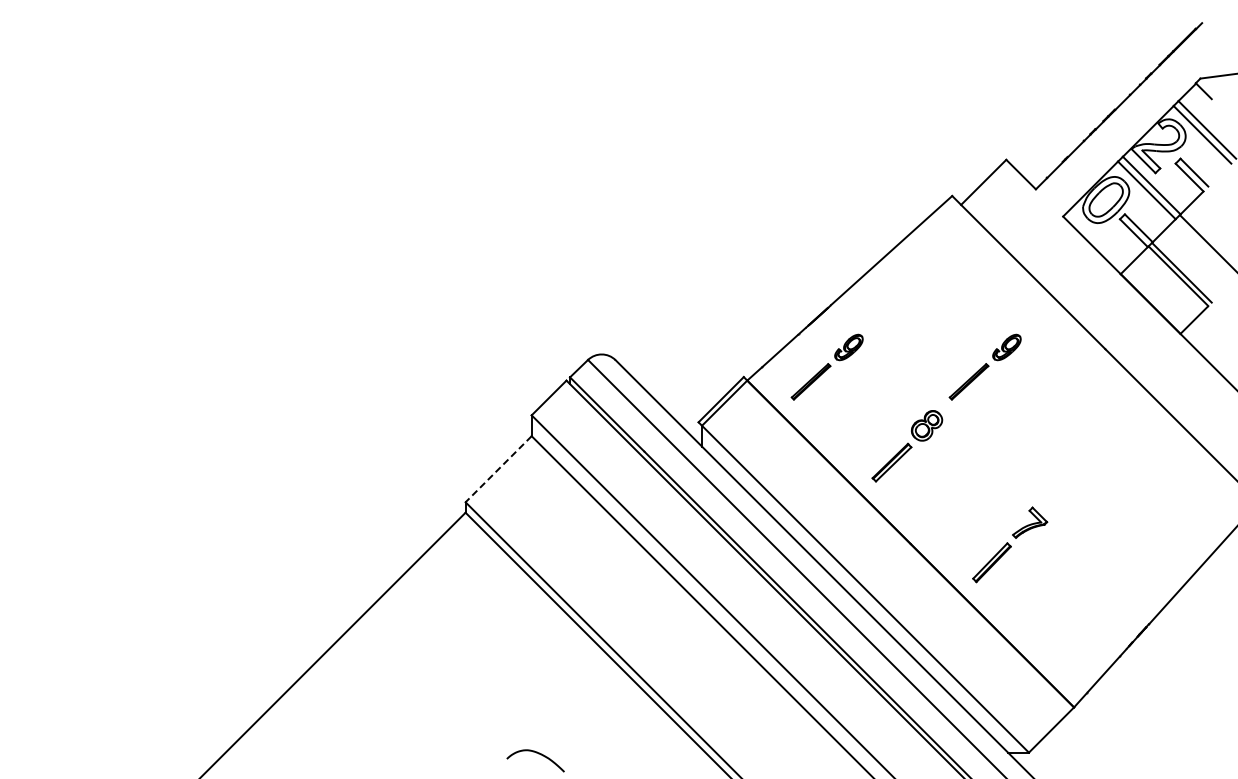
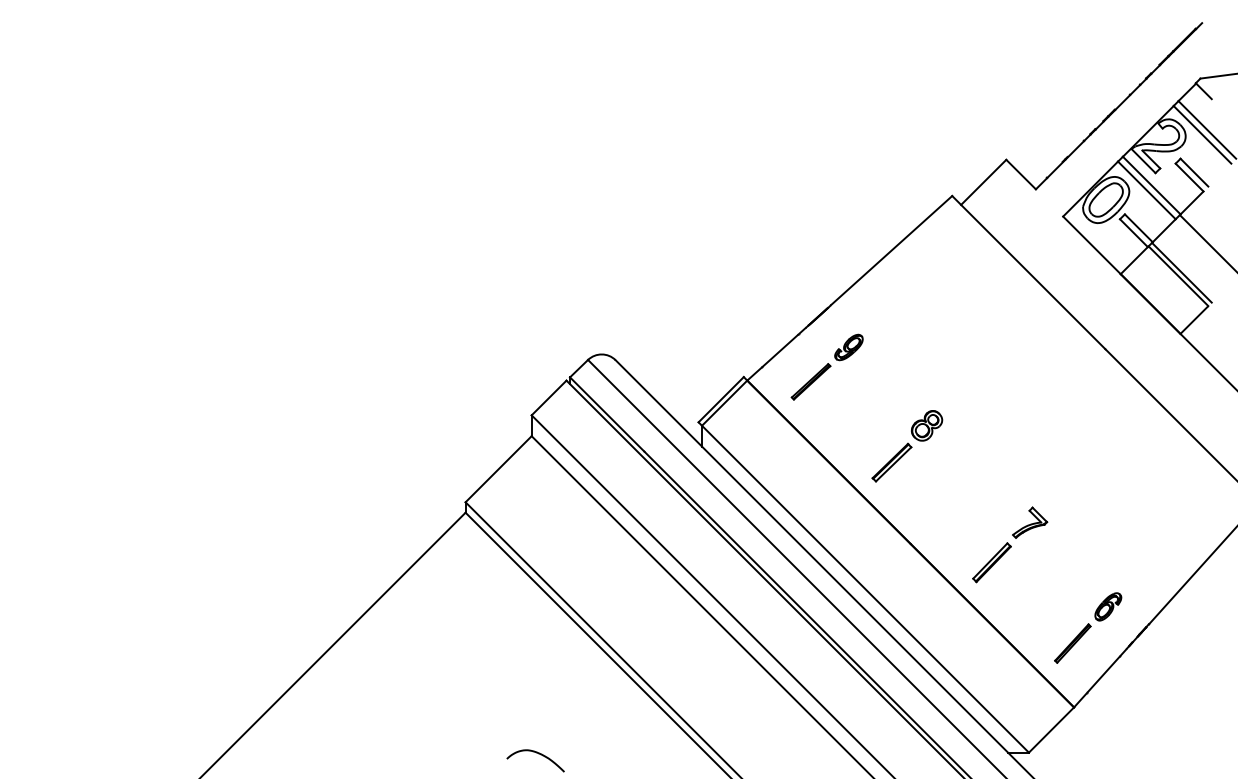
part at (984, 366): present -> none
line at (498, 469): dashed -> solid
part at (1088, 627): none -> present
